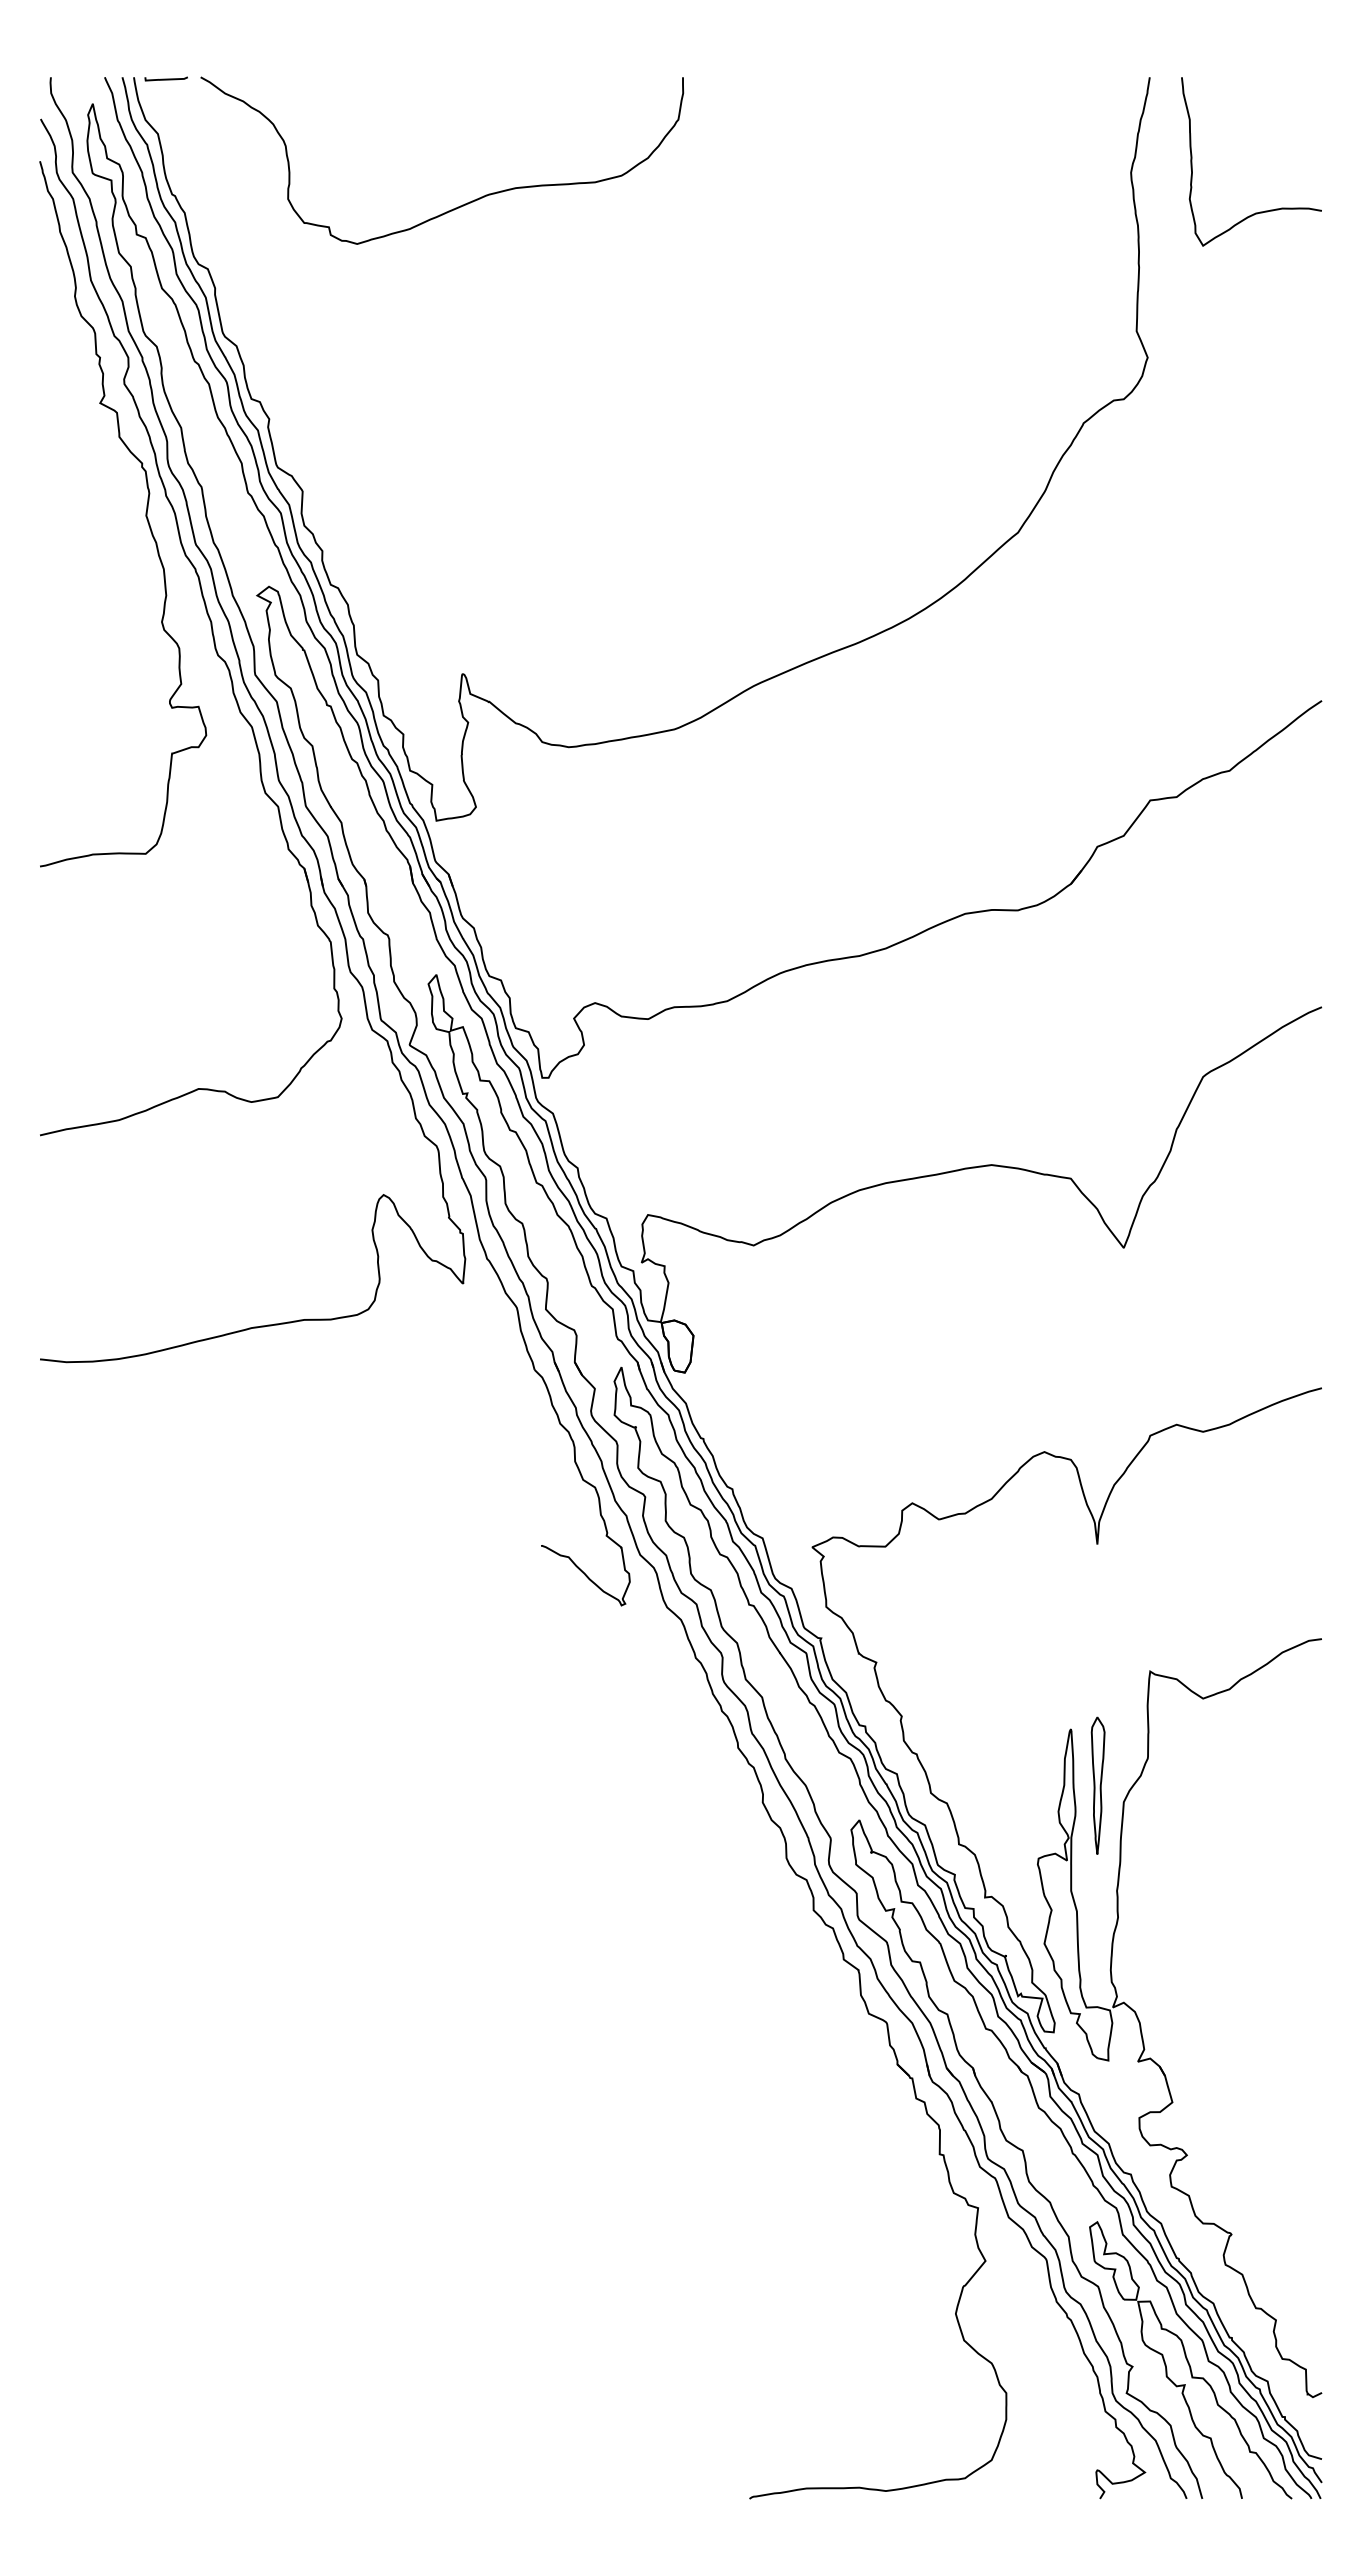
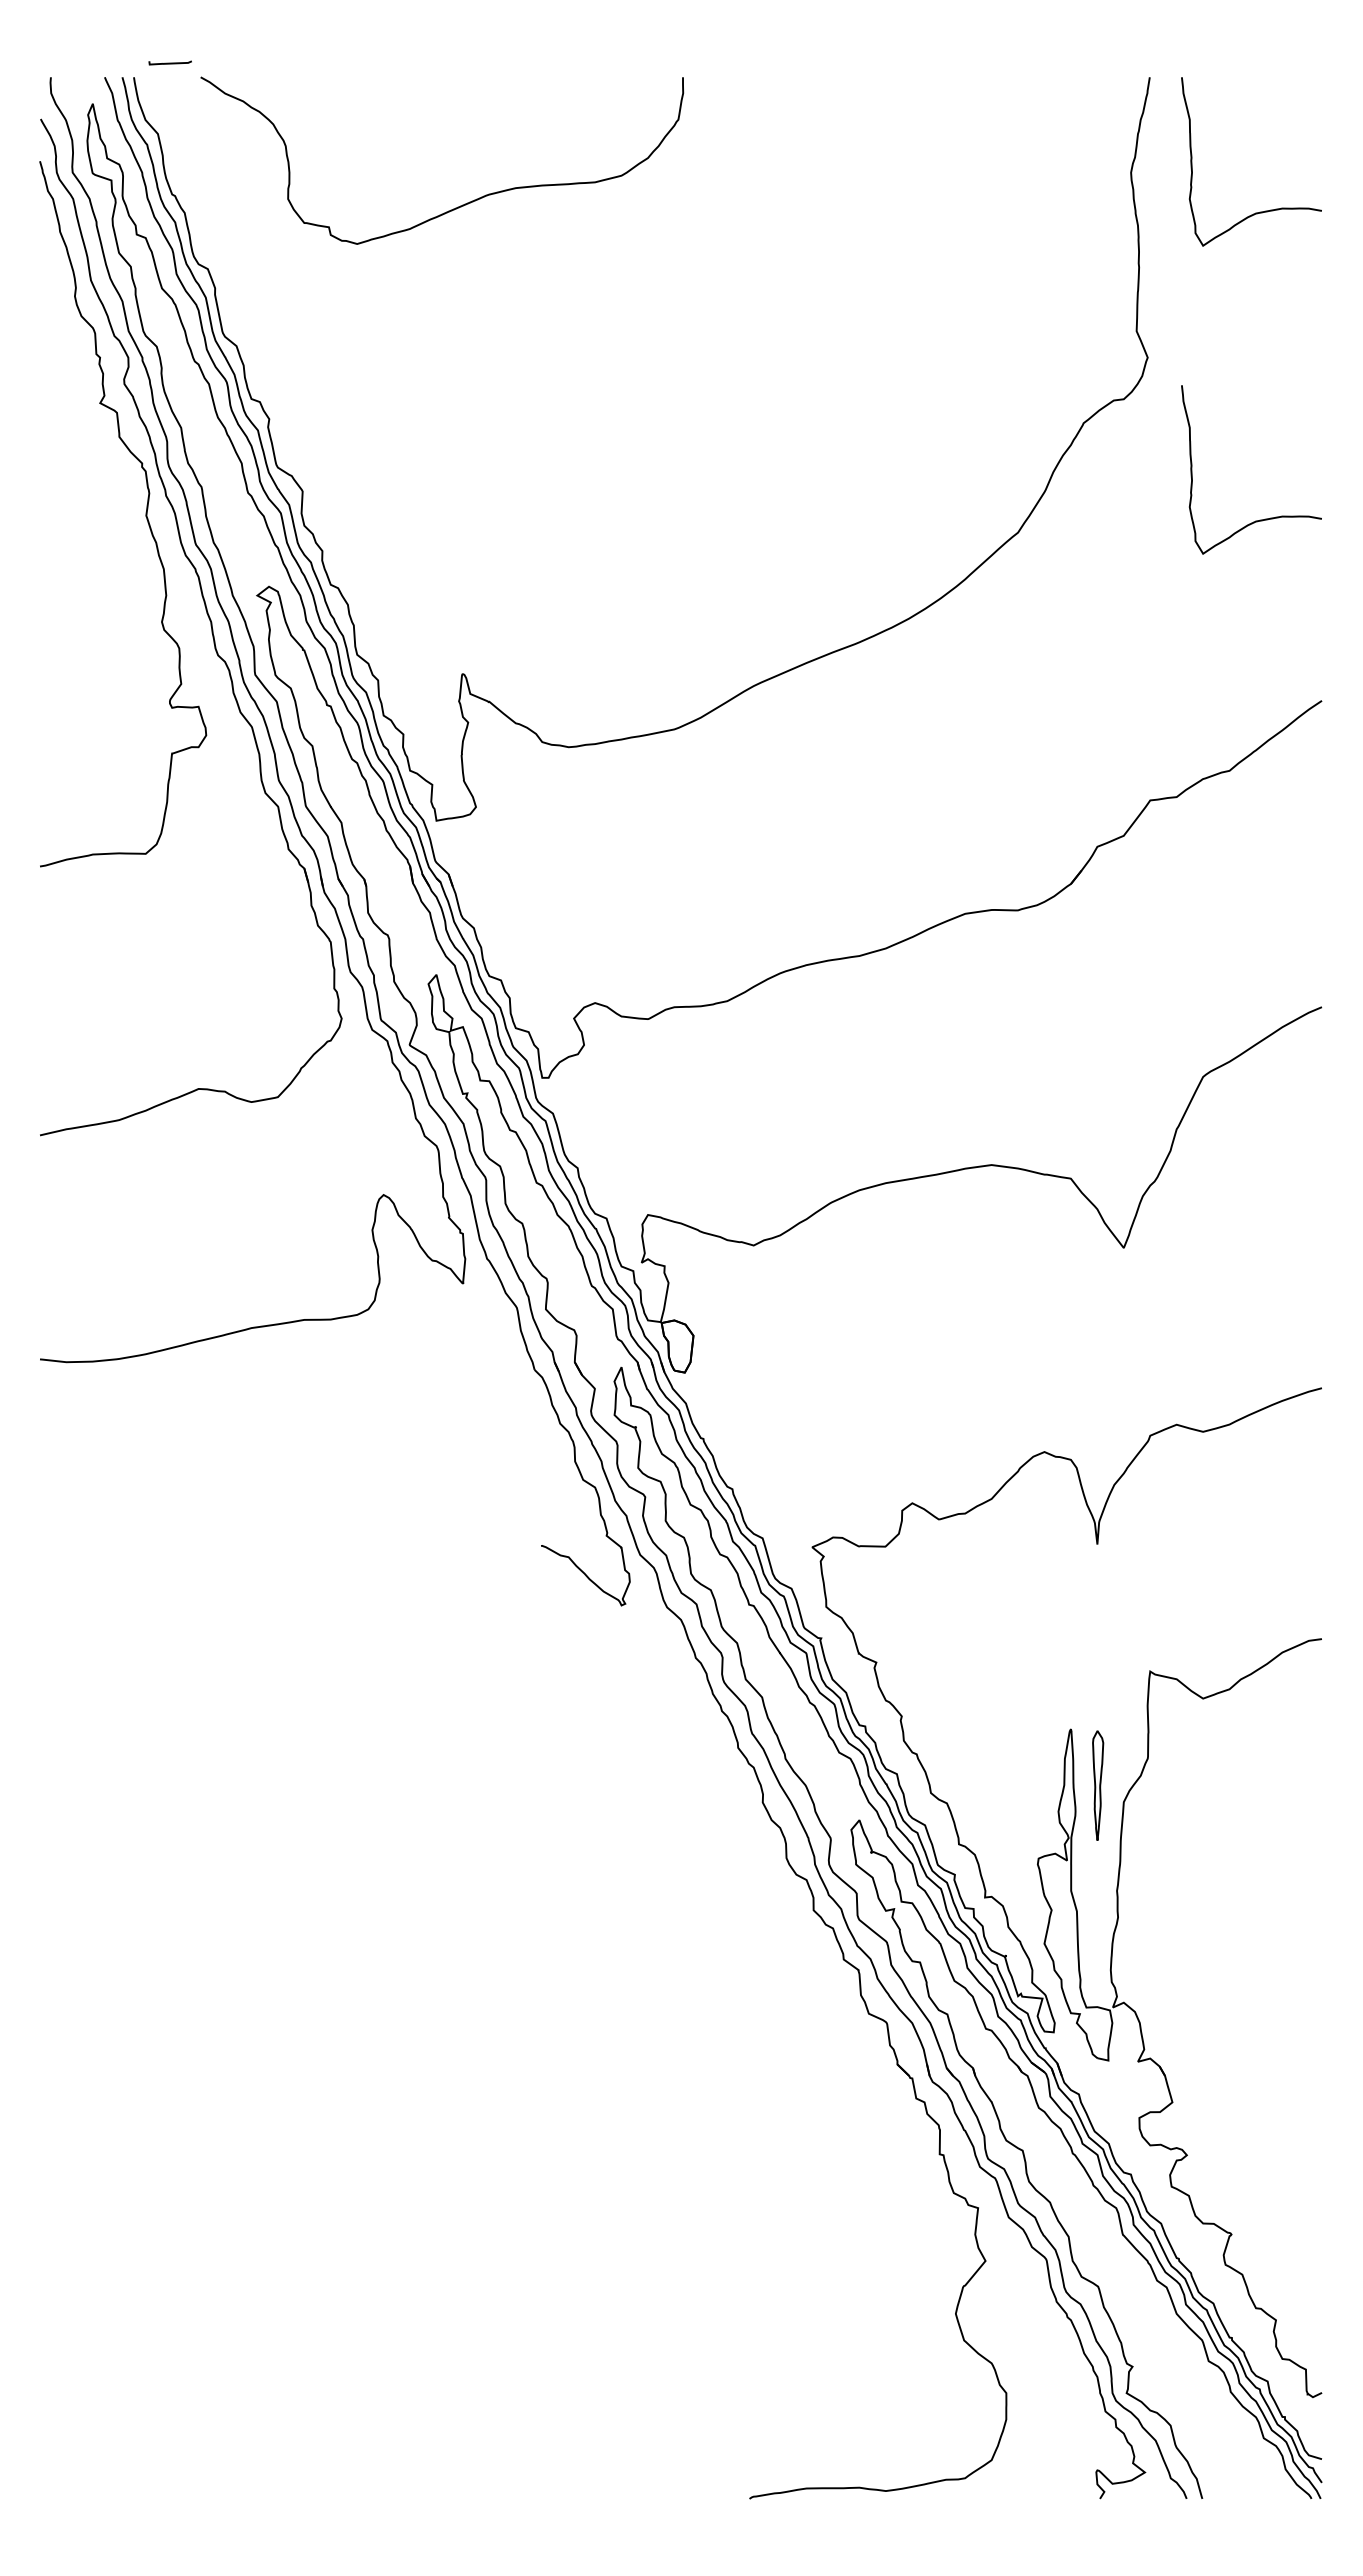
curve at (165, 78) position: (165, 78) -> (169, 62)
curve at (1260, 519): none -> present
part at (1097, 1785) size: 16x139 px -> 13x111 px
part at (1190, 2360): present -> none
